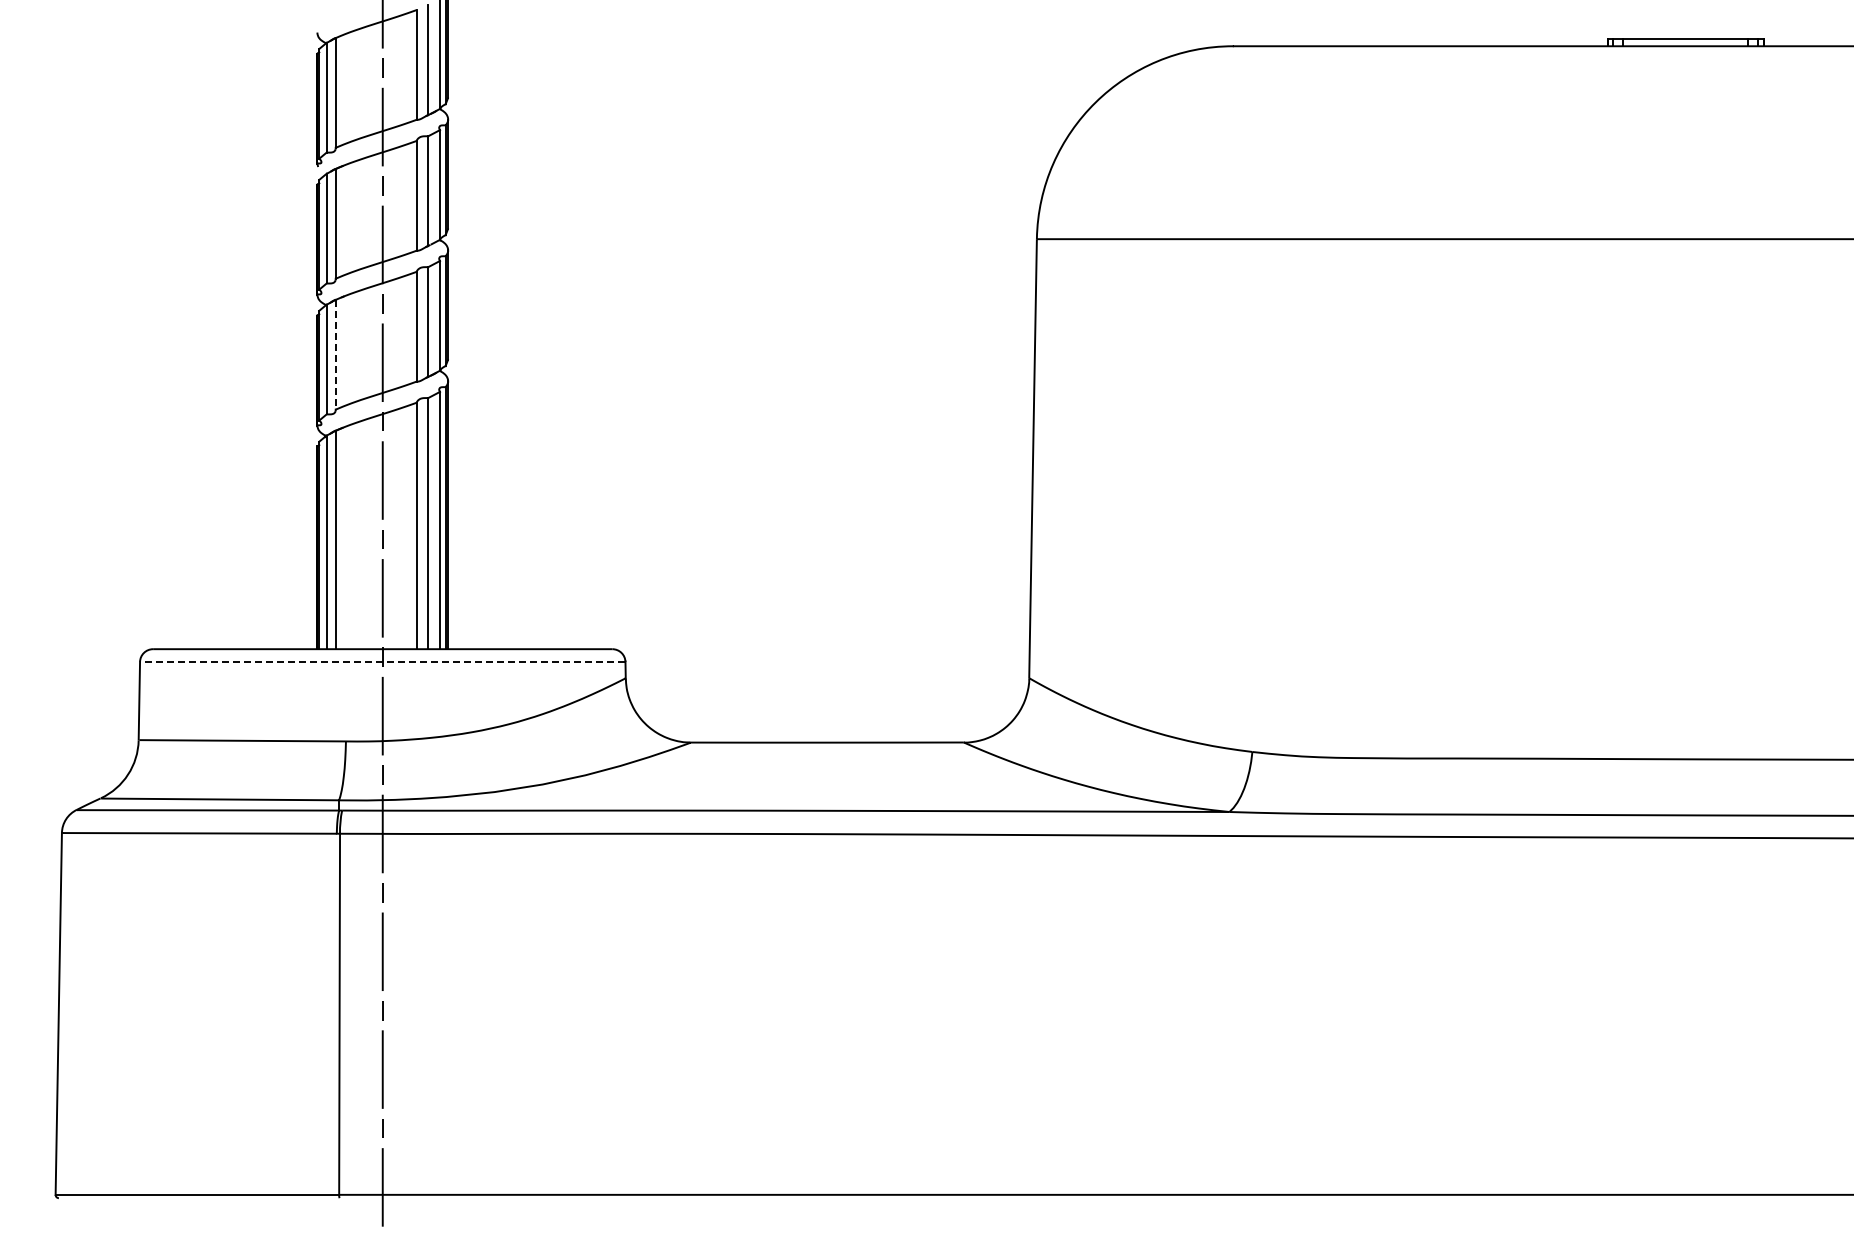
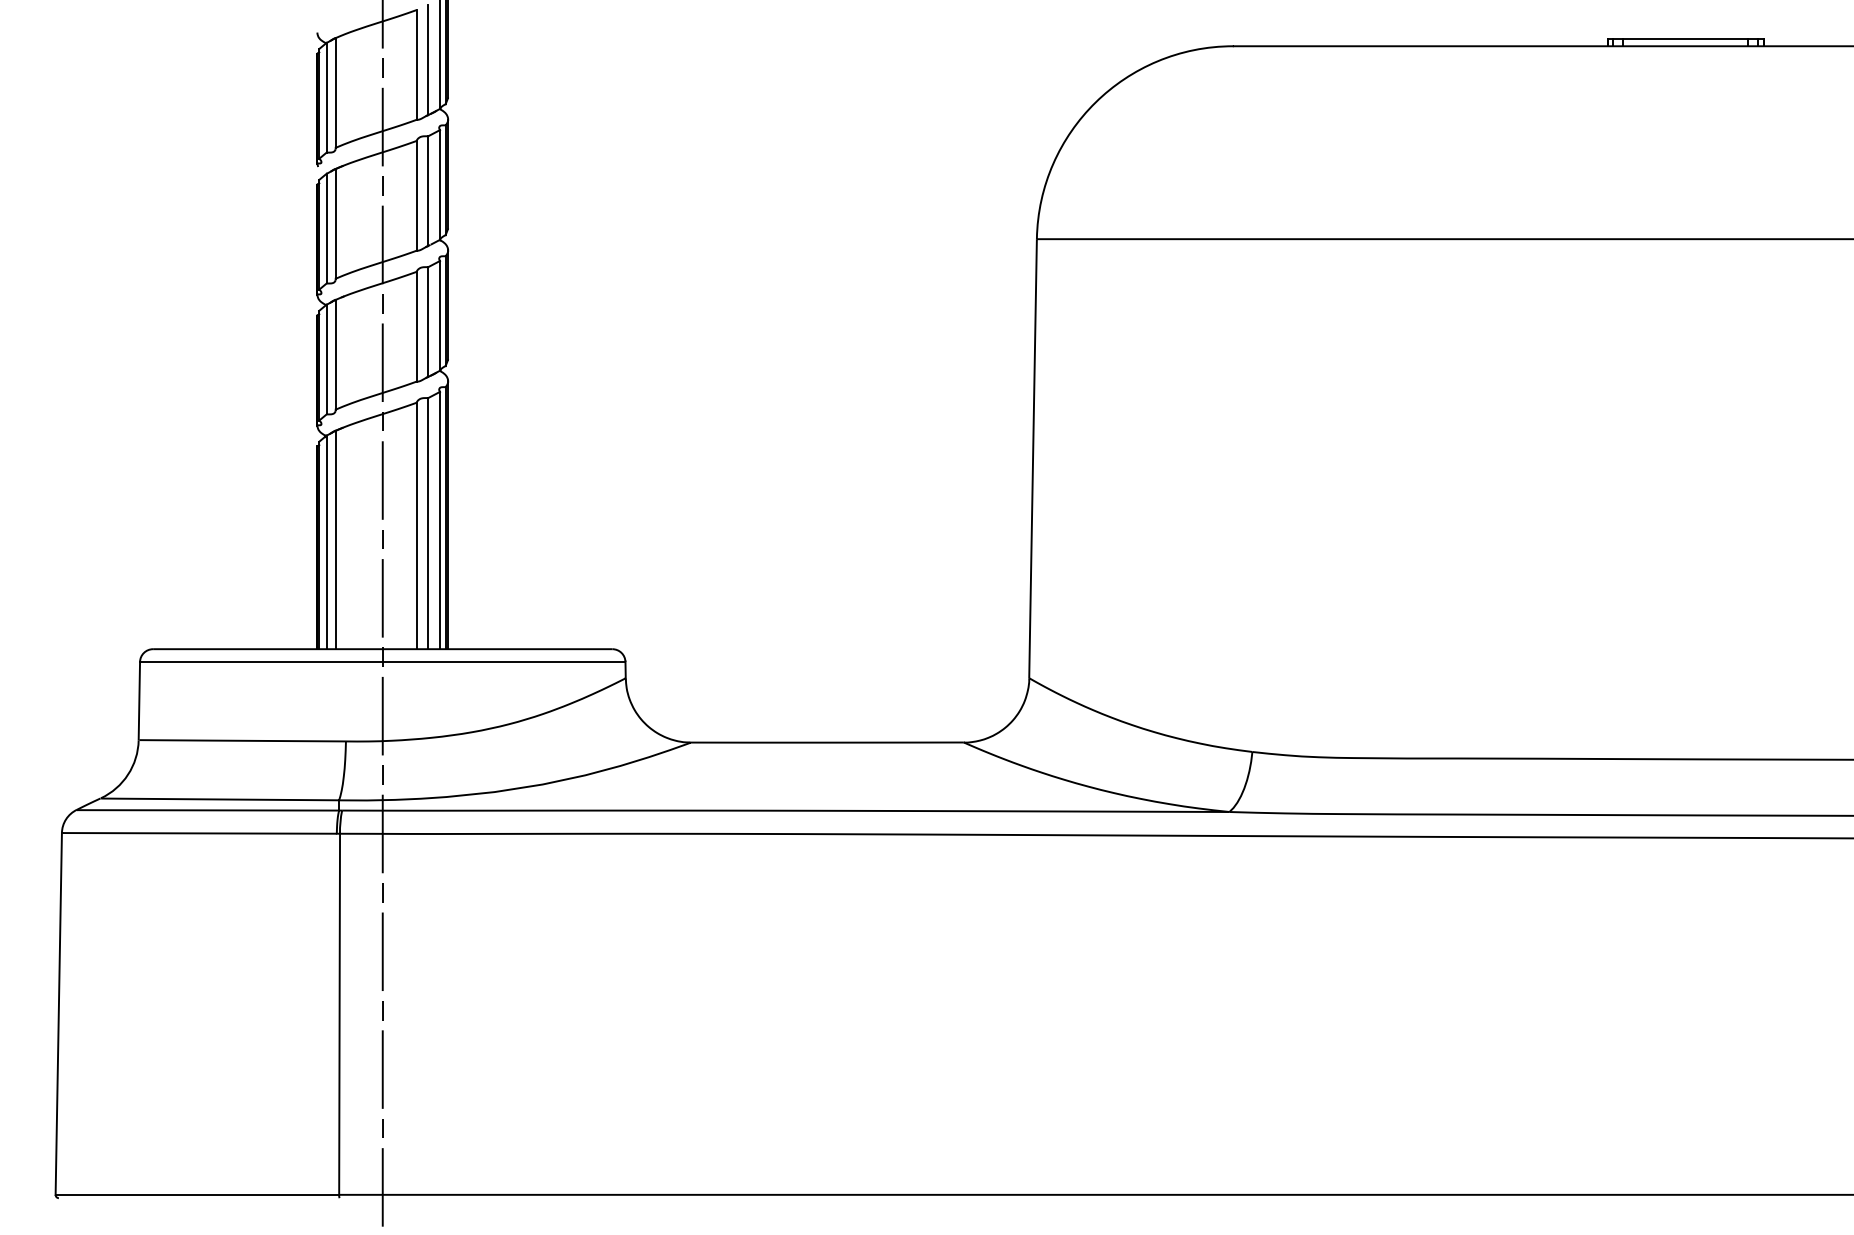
line at (335, 354): dashed -> solid
line at (382, 662): dashed -> solid
